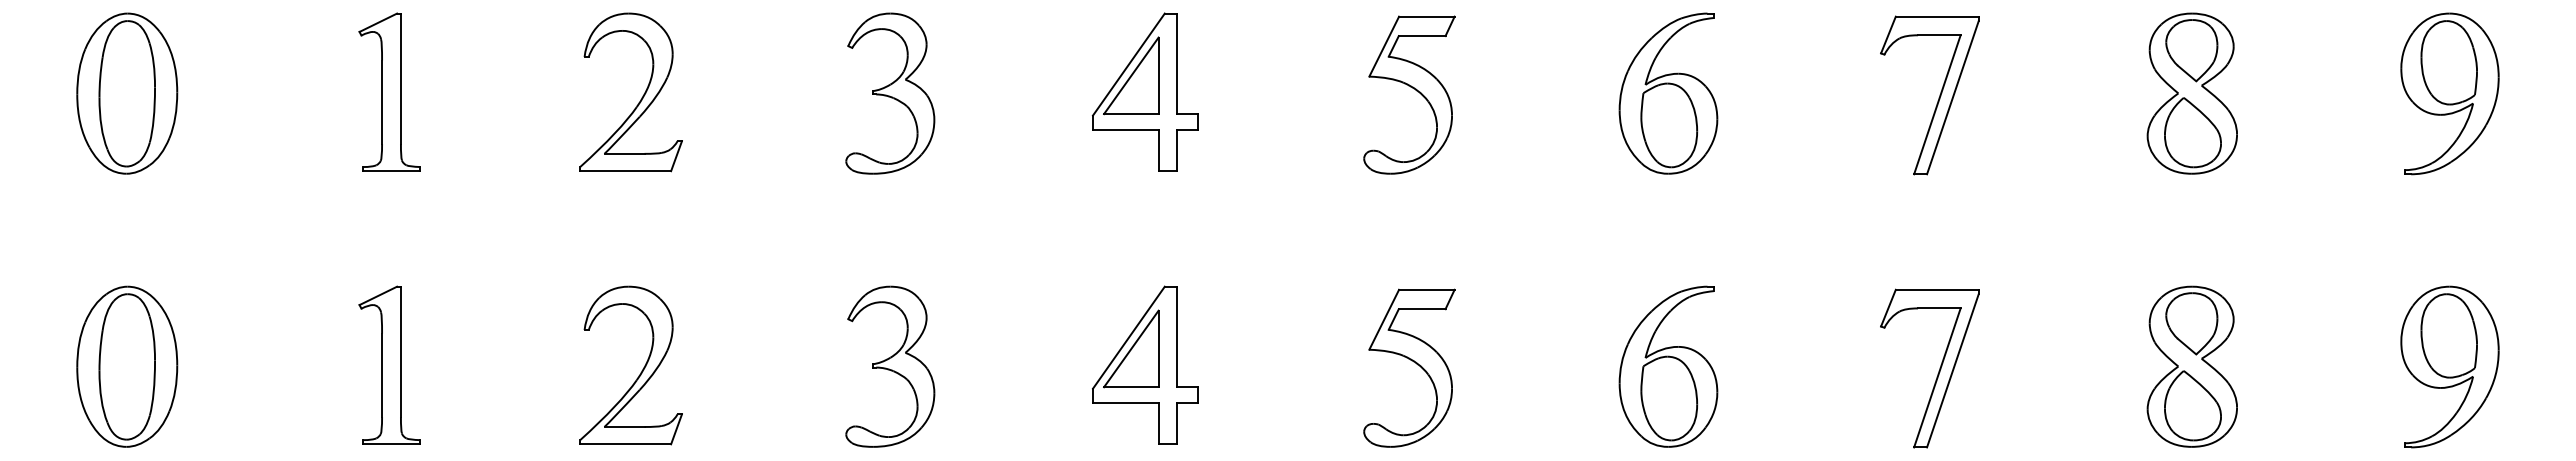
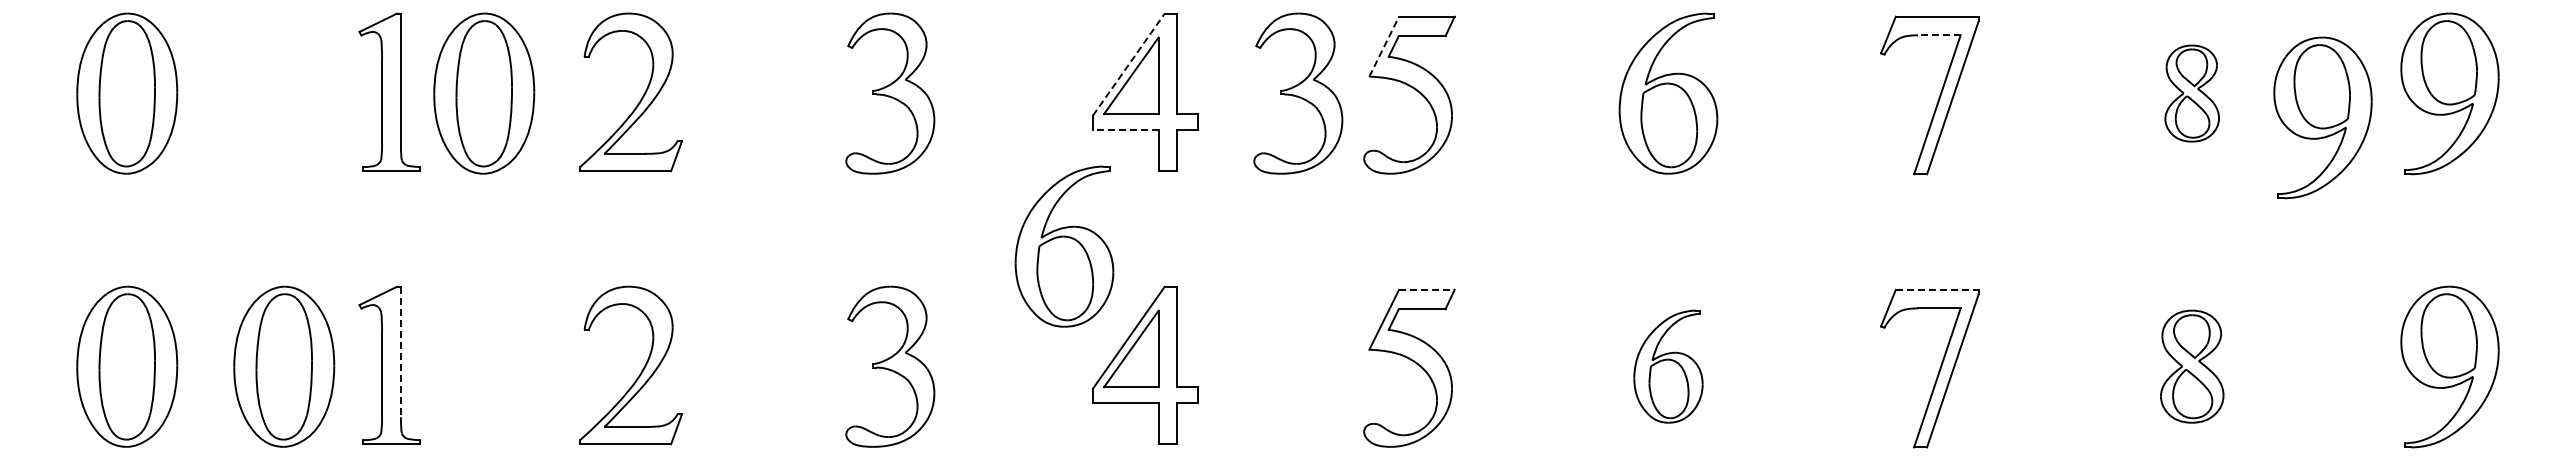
line at (1938, 35): solid -> dashed
line at (1384, 46): solid -> dashed
line at (1129, 64): solid -> dashed
part at (484, 93): none -> present
part at (1298, 93): none -> present
part at (2191, 93) size: 92x163 px -> 56x99 px
part at (2322, 117): none -> present
line at (1125, 130): solid -> dashed
part at (1064, 246): none -> present
line at (1426, 289): solid -> dashed
line at (1937, 289): solid -> dashed
line at (400, 352): solid -> dashed
part at (284, 366): none -> present
part at (1668, 366) size: 101x163 px -> 71x115 px
part at (2191, 366) size: 92x163 px -> 65x115 px
